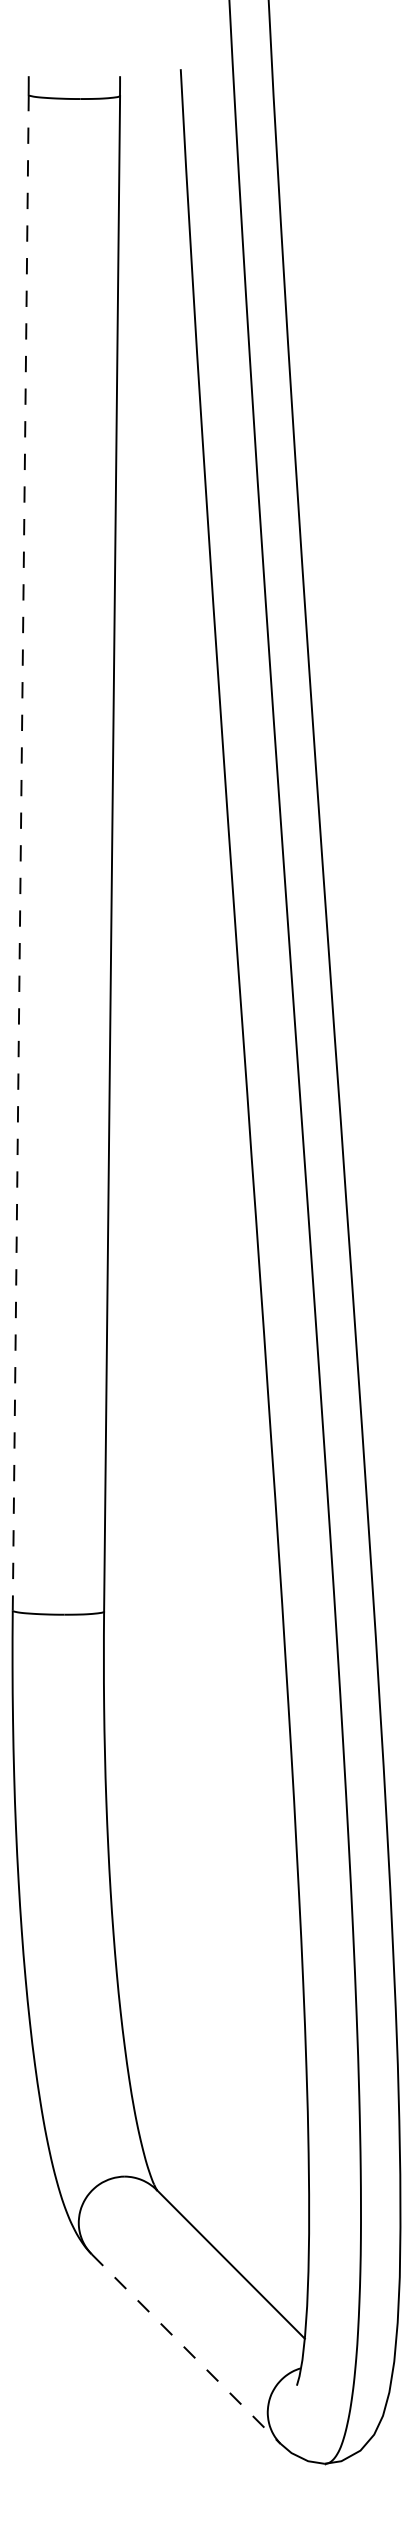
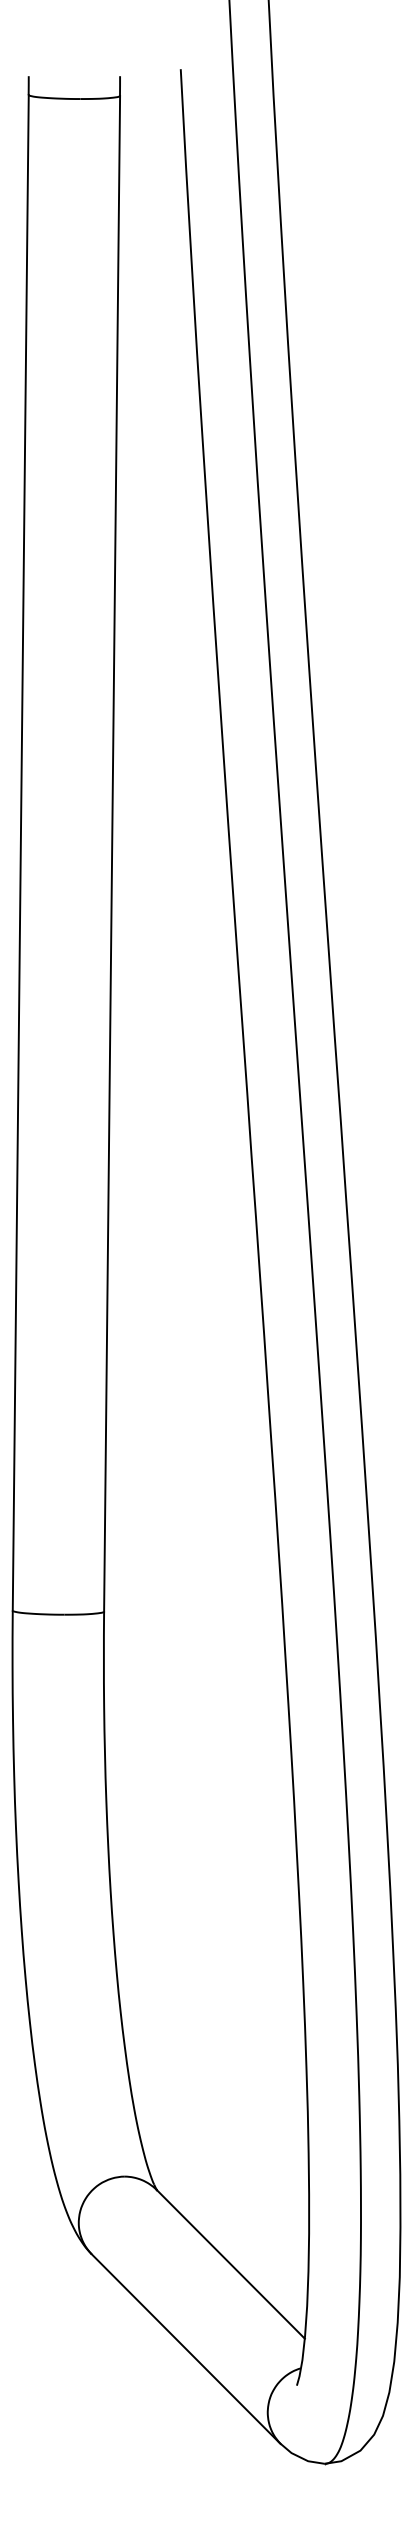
line at (20, 852): dashed -> solid
line at (186, 2349): dashed -> solid
